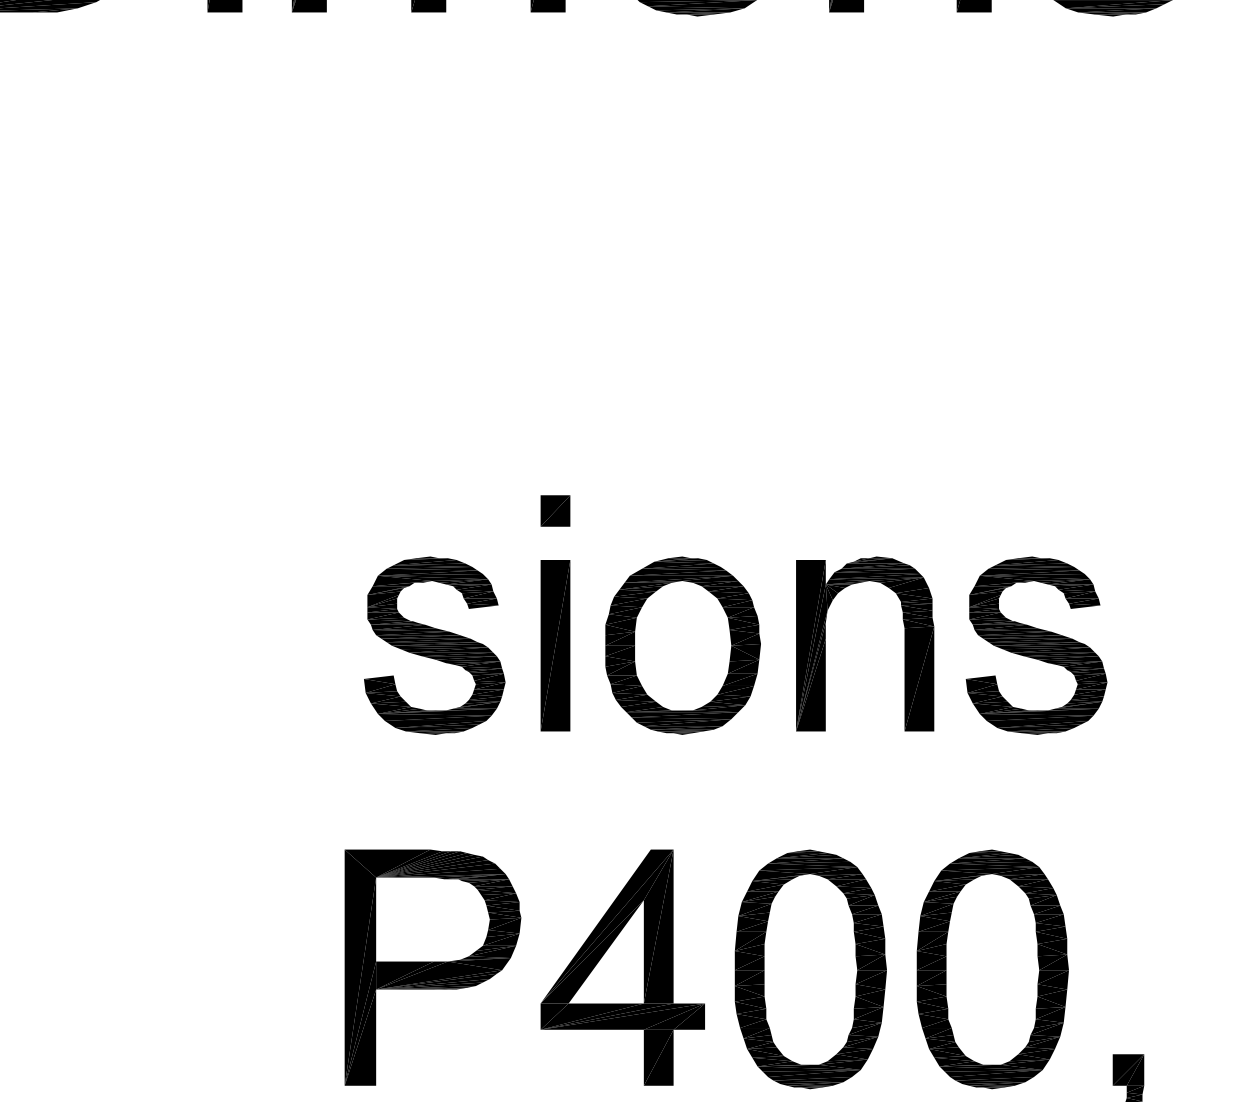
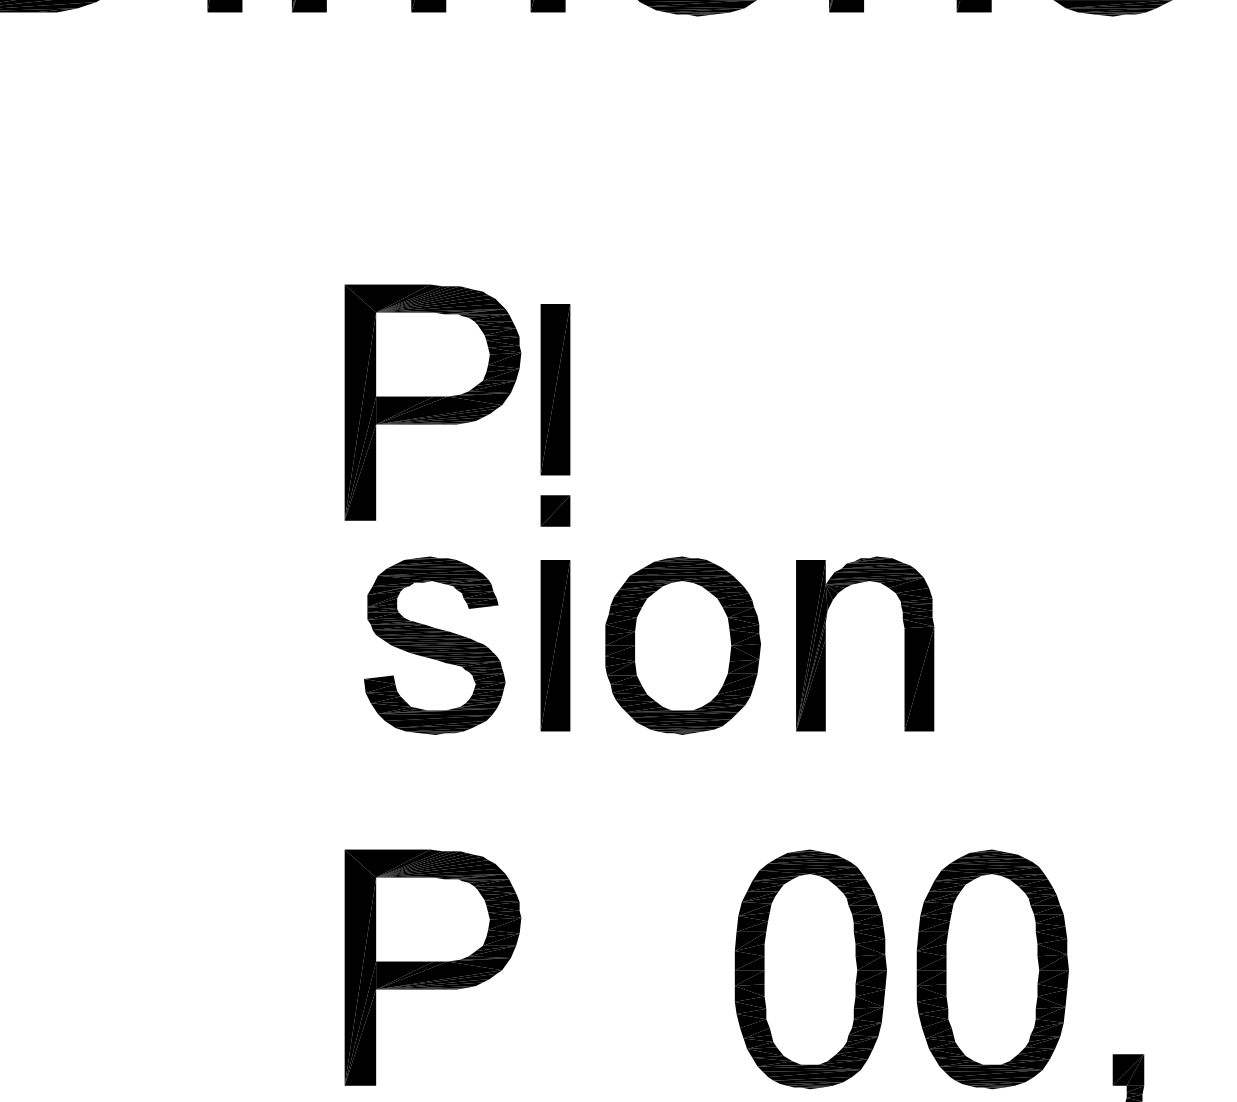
part at (555, 389): none -> present
part at (432, 402): none -> present
part at (1036, 645): present -> none
part at (622, 967): present -> none
